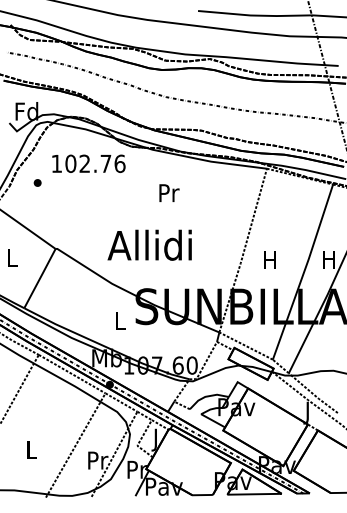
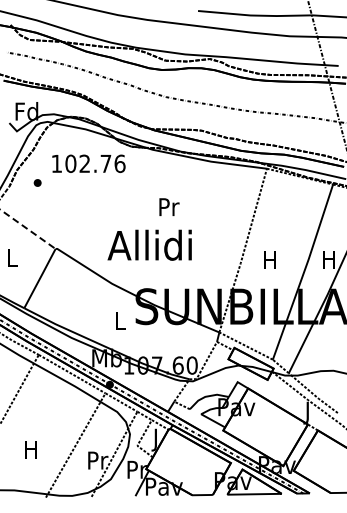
text at (169, 192) position: (169, 192) -> (169, 206)
line at (28, 229): solid -> dashed
text at (30, 449): L -> H
